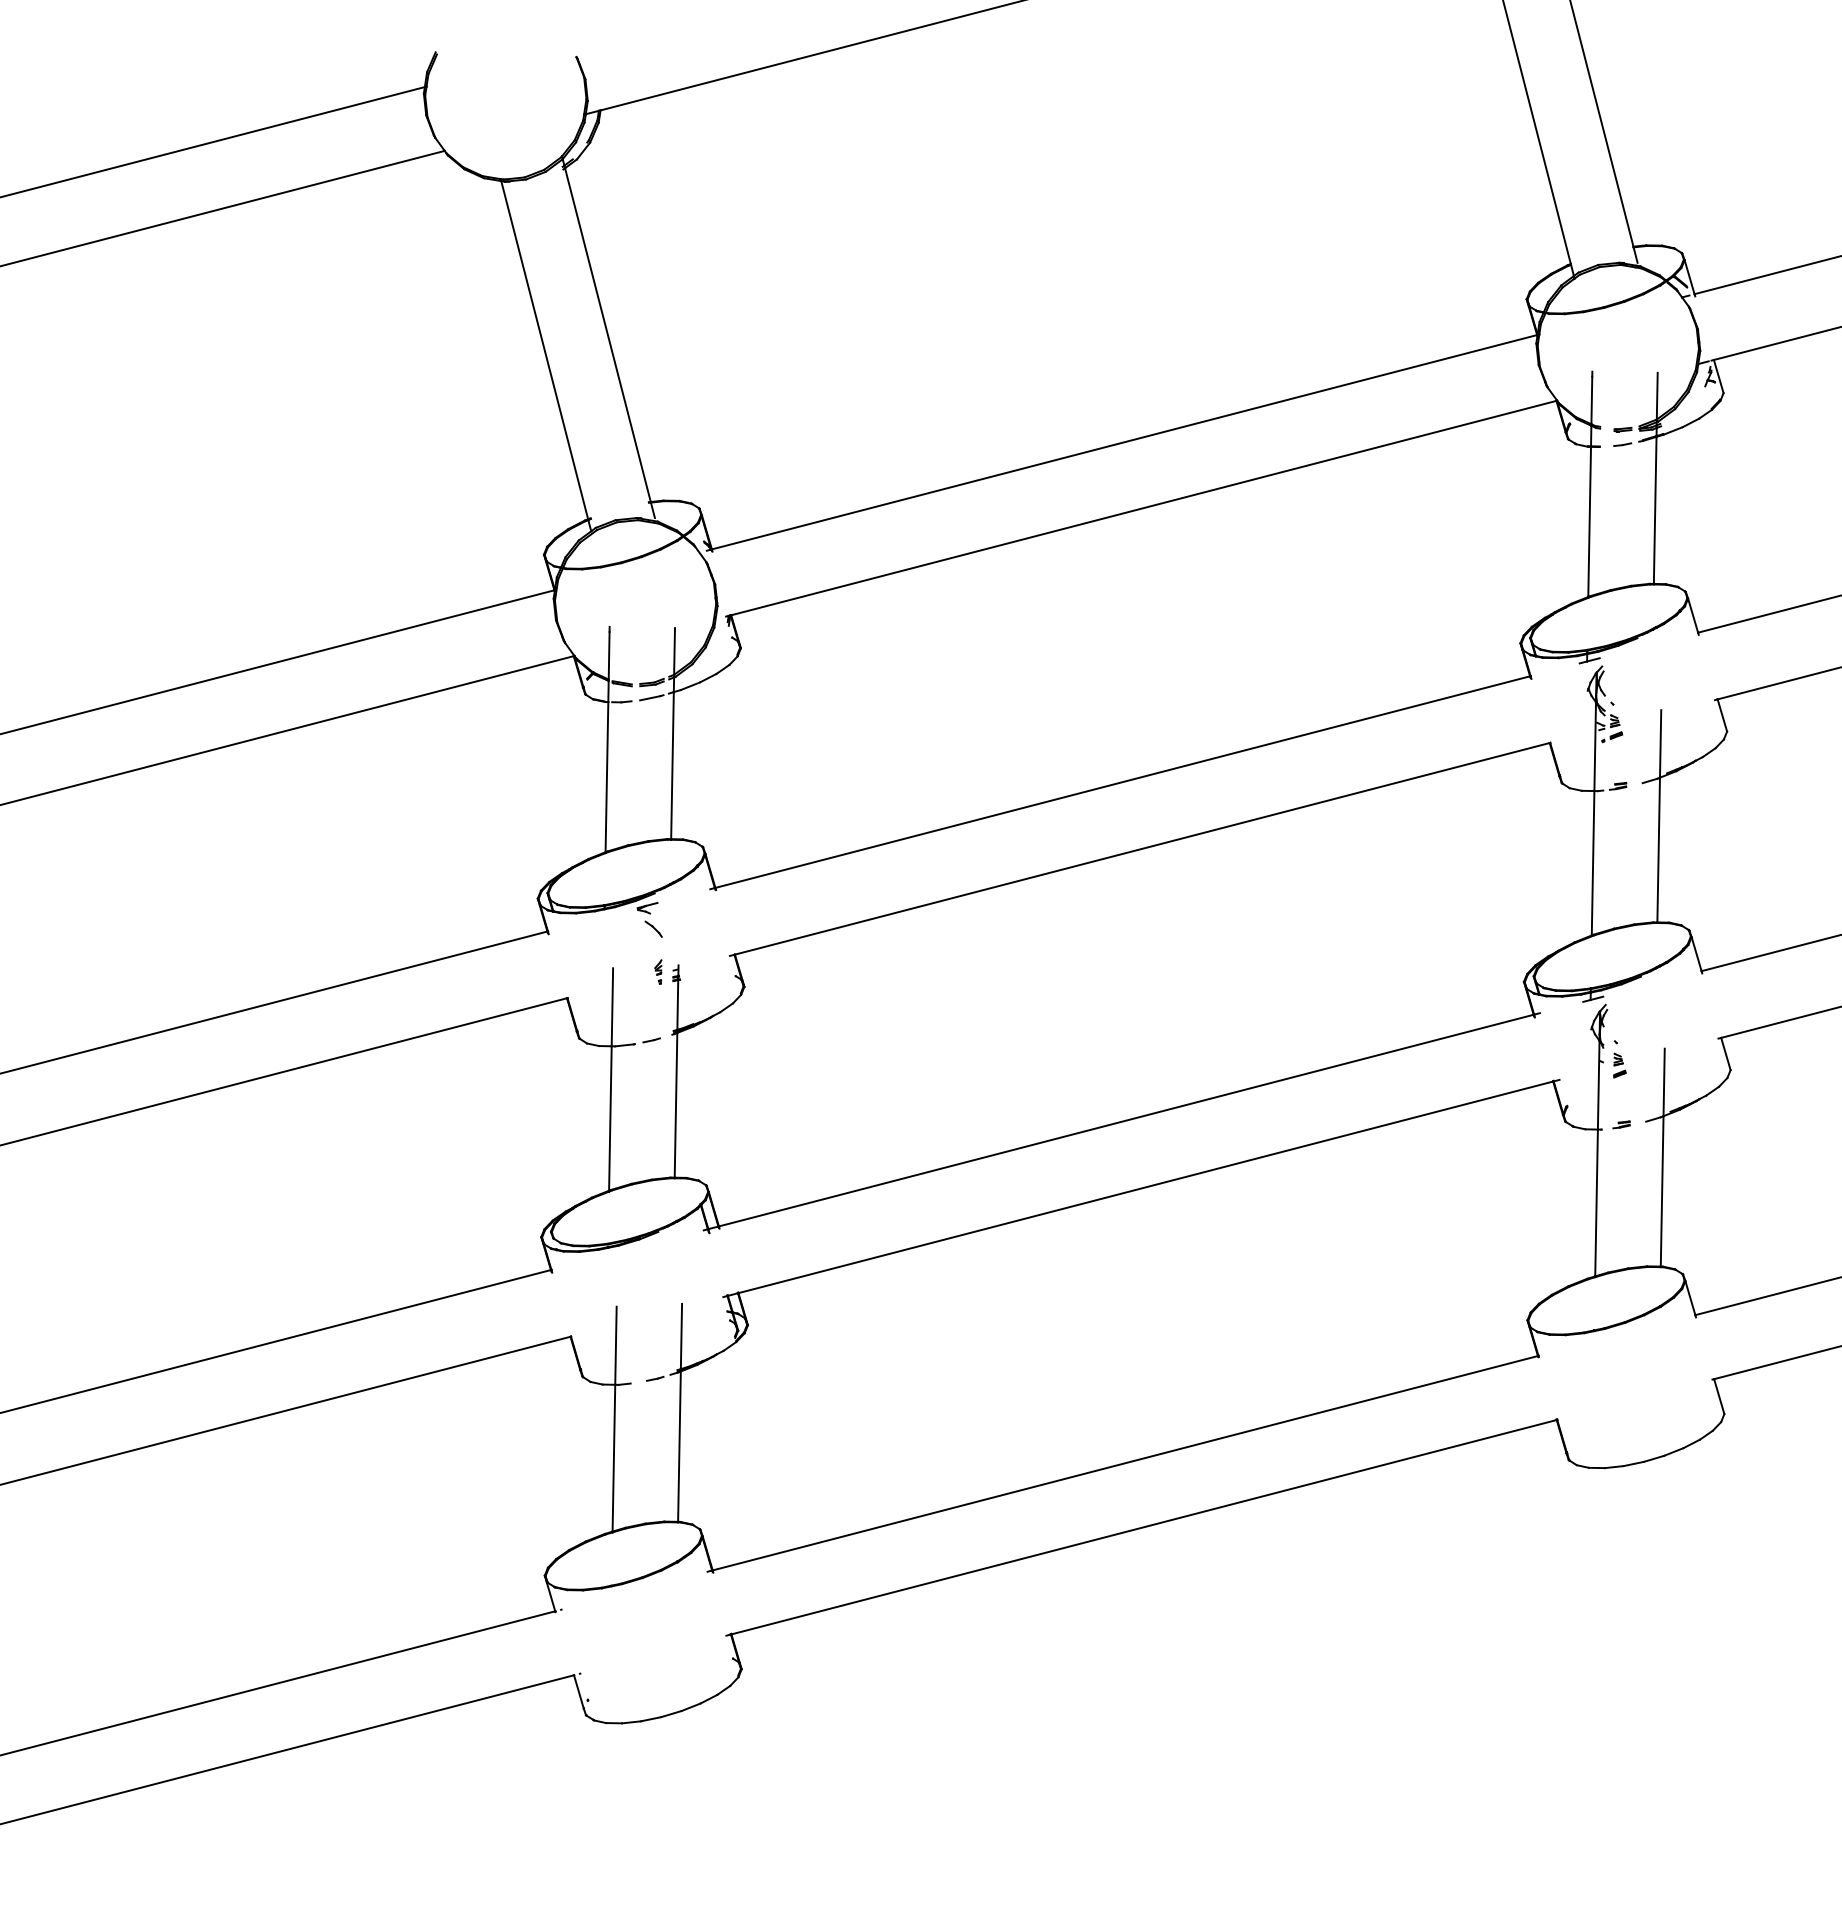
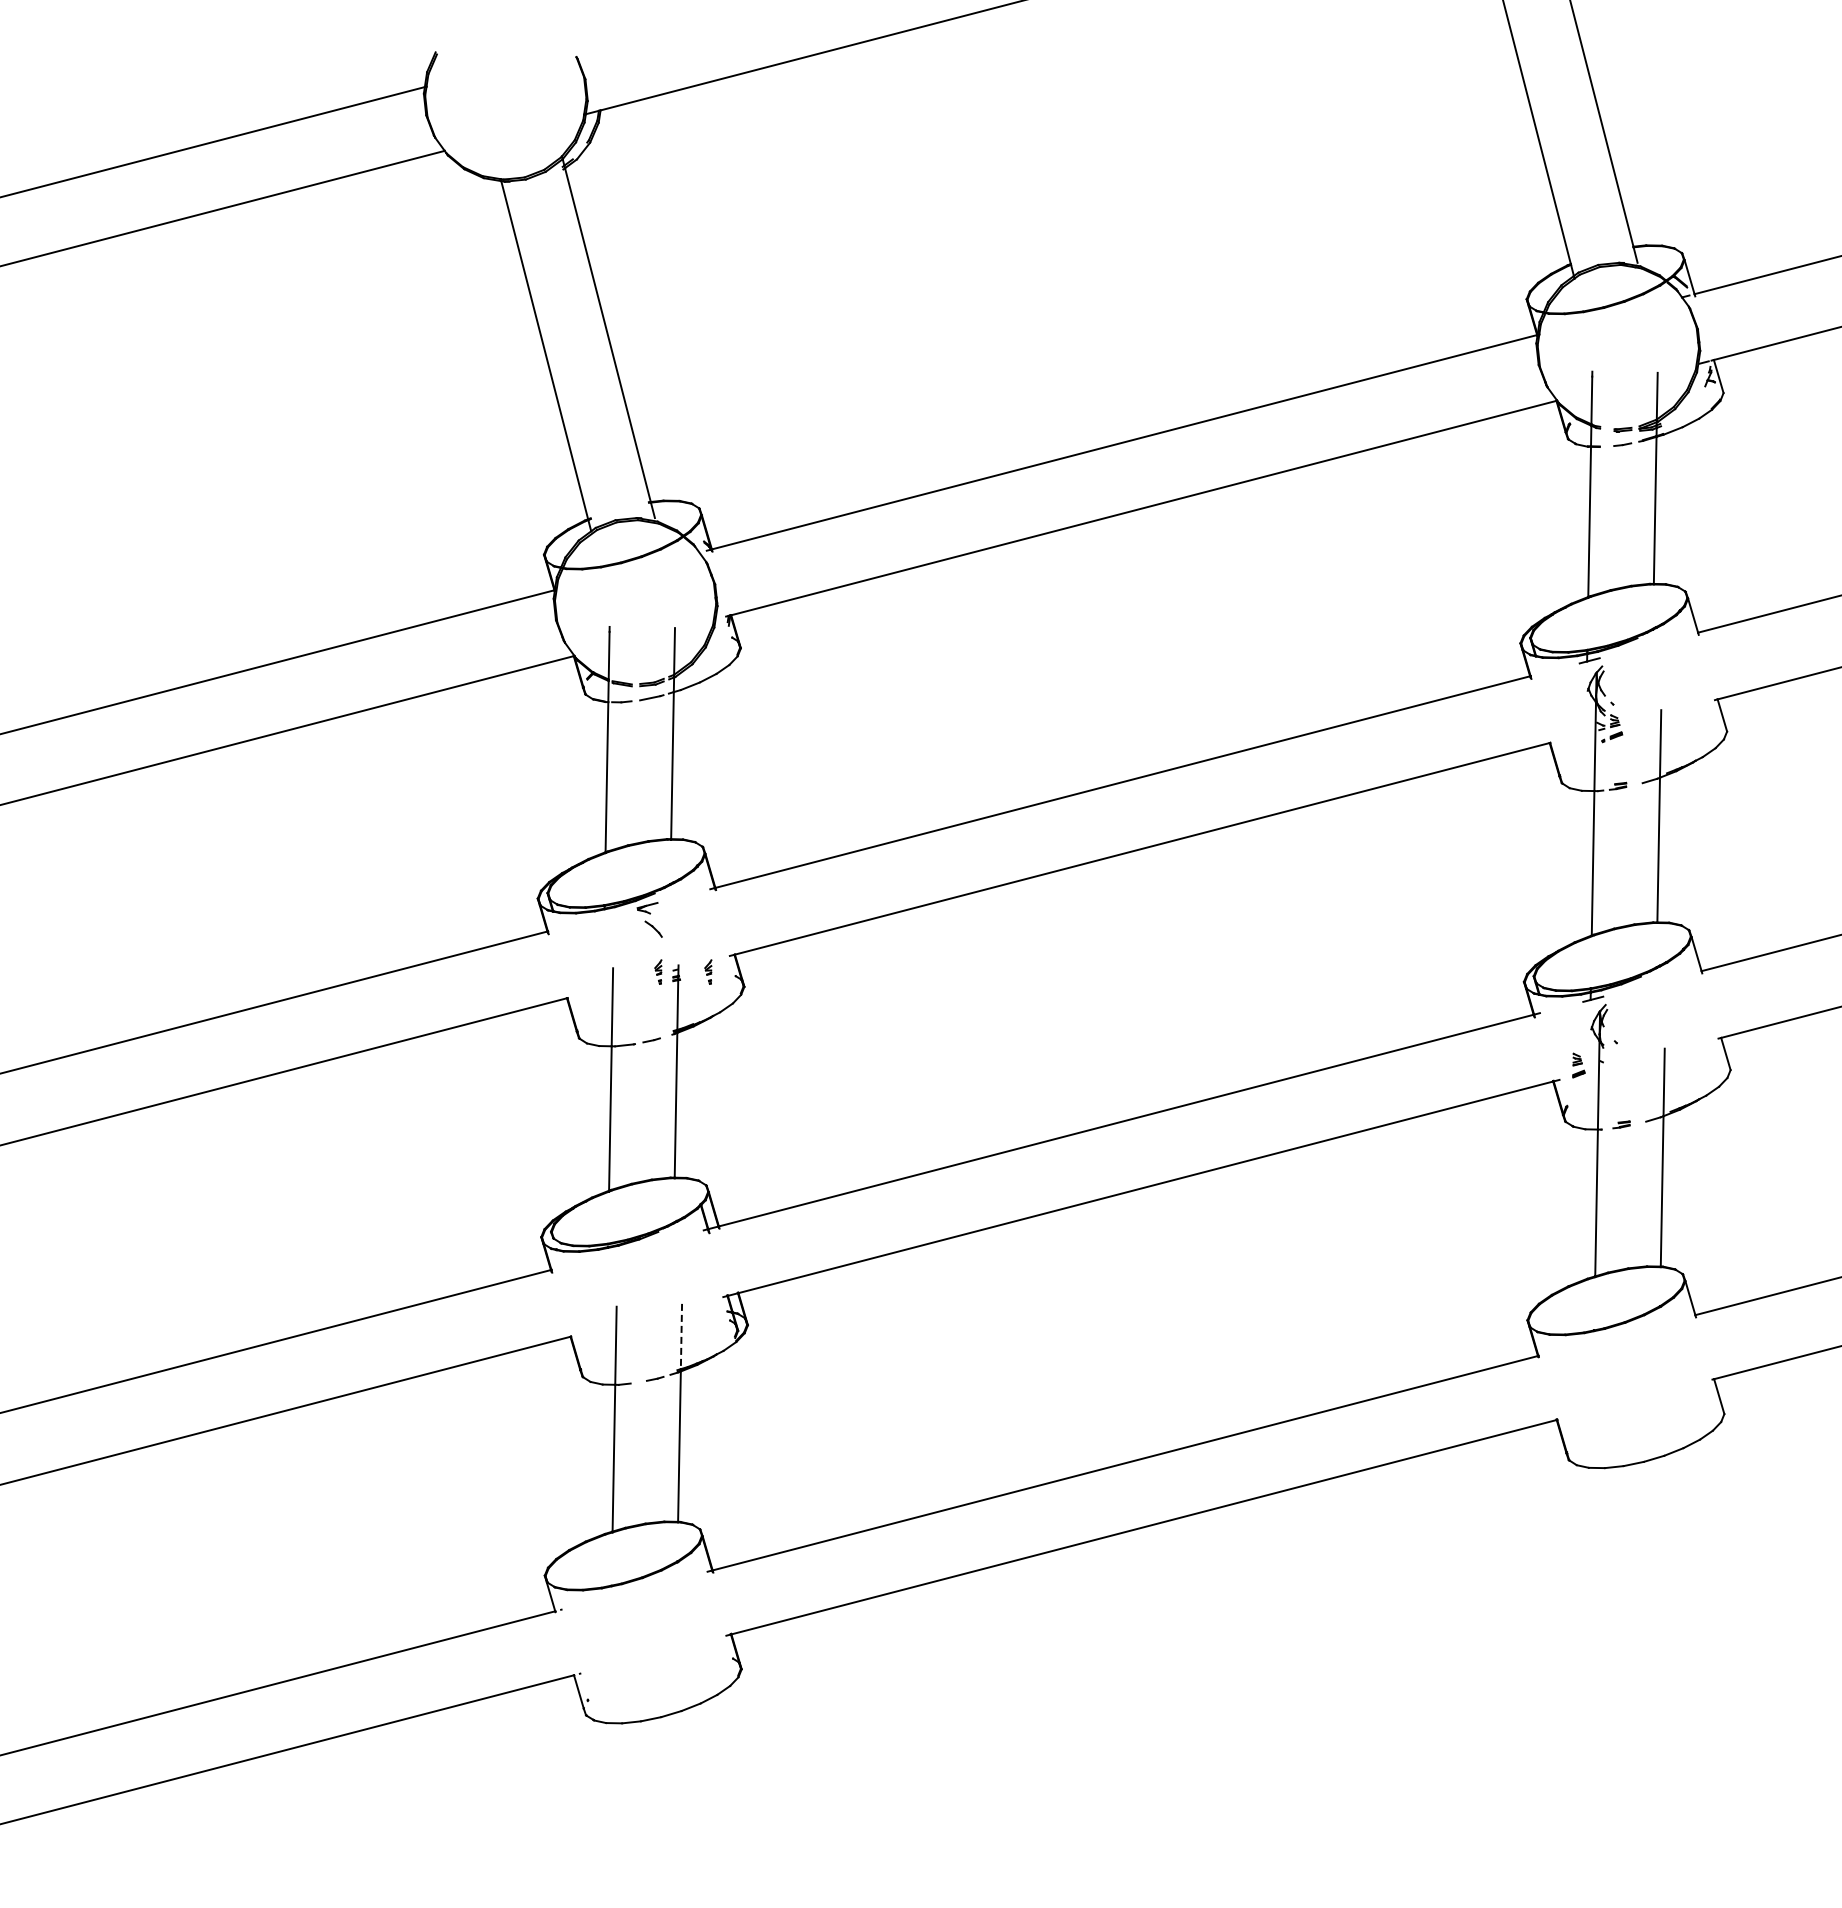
part at (708, 971): none -> present
part at (1619, 1065) position: (1619, 1065) -> (1578, 1065)
line at (681, 1336): solid -> dashed
